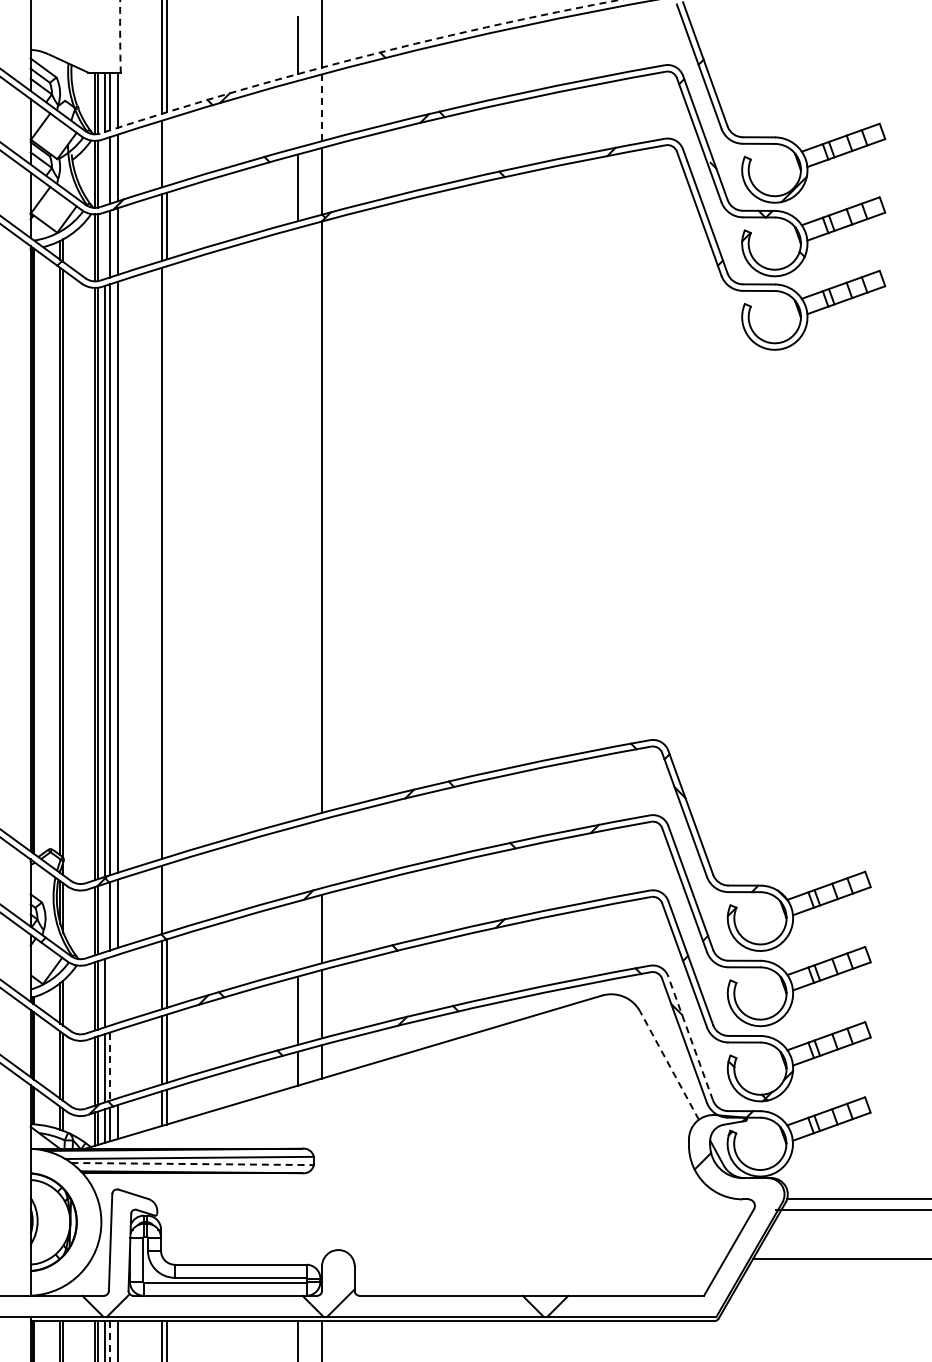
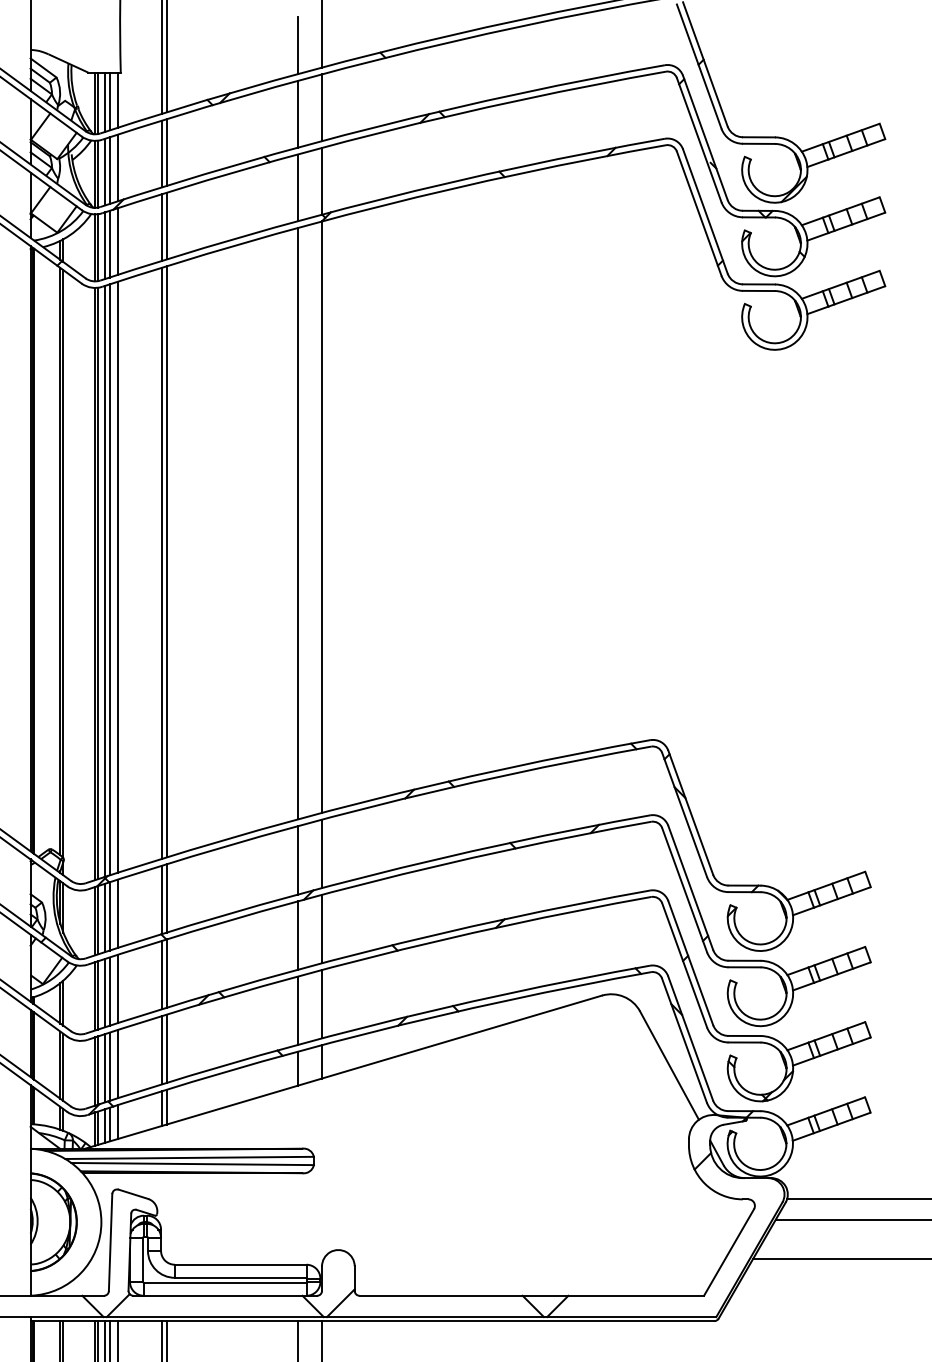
arc at (120, 36): dashed -> solid
arc at (357, 58): dashed -> solid
line at (322, 108): dashed -> solid
line at (297, 113): none -> present
line at (166, 152): none -> present
line at (105, 171): none -> present
line at (105, 245): none -> present
line at (297, 523): none -> present
line at (166, 561): none -> present
line at (322, 853): none -> present
line at (297, 860): none -> present
line at (166, 898): none -> present
line at (105, 917): none -> present
line at (297, 935): none -> present
line at (117, 988): none -> present
line at (109, 991): none -> present
line at (690, 1038): dashed -> solid
line at (117, 1064): none -> present
line at (669, 1065): dashed -> solid
line at (109, 1067): dashed -> solid
line at (193, 1164): dashed -> solid
line at (851, 1209) position: (851, 1209) -> (851, 1219)
line at (109, 1341): dashed -> solid
